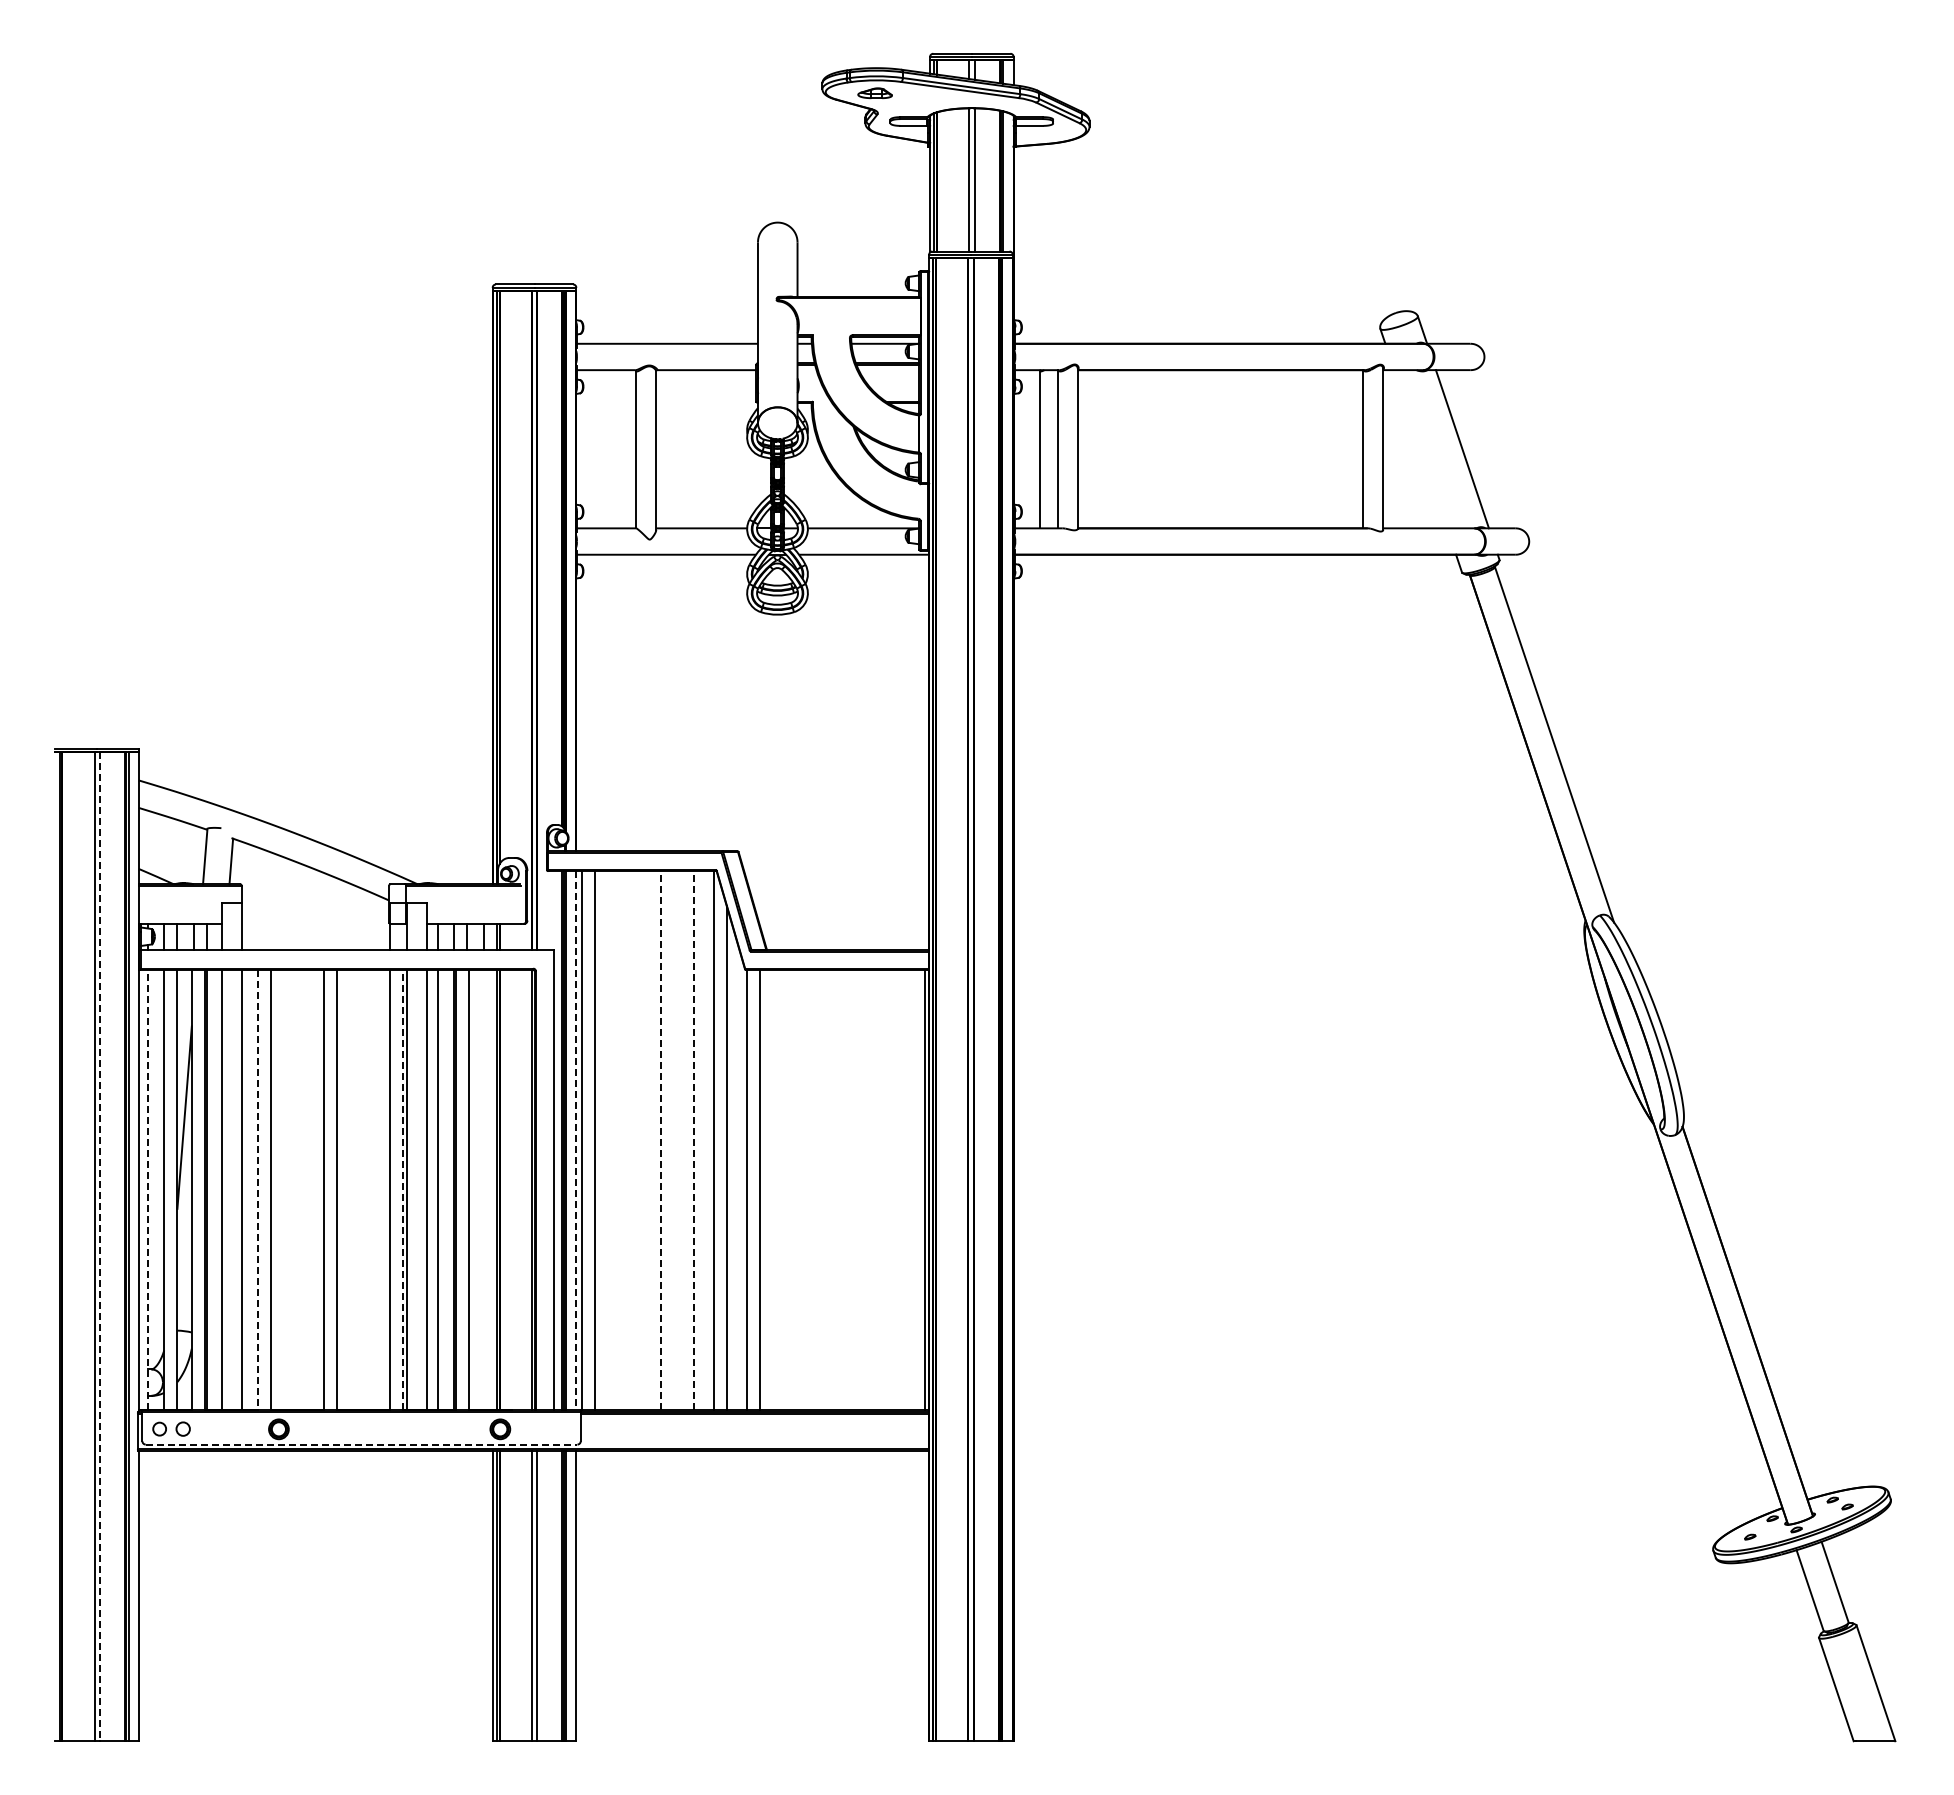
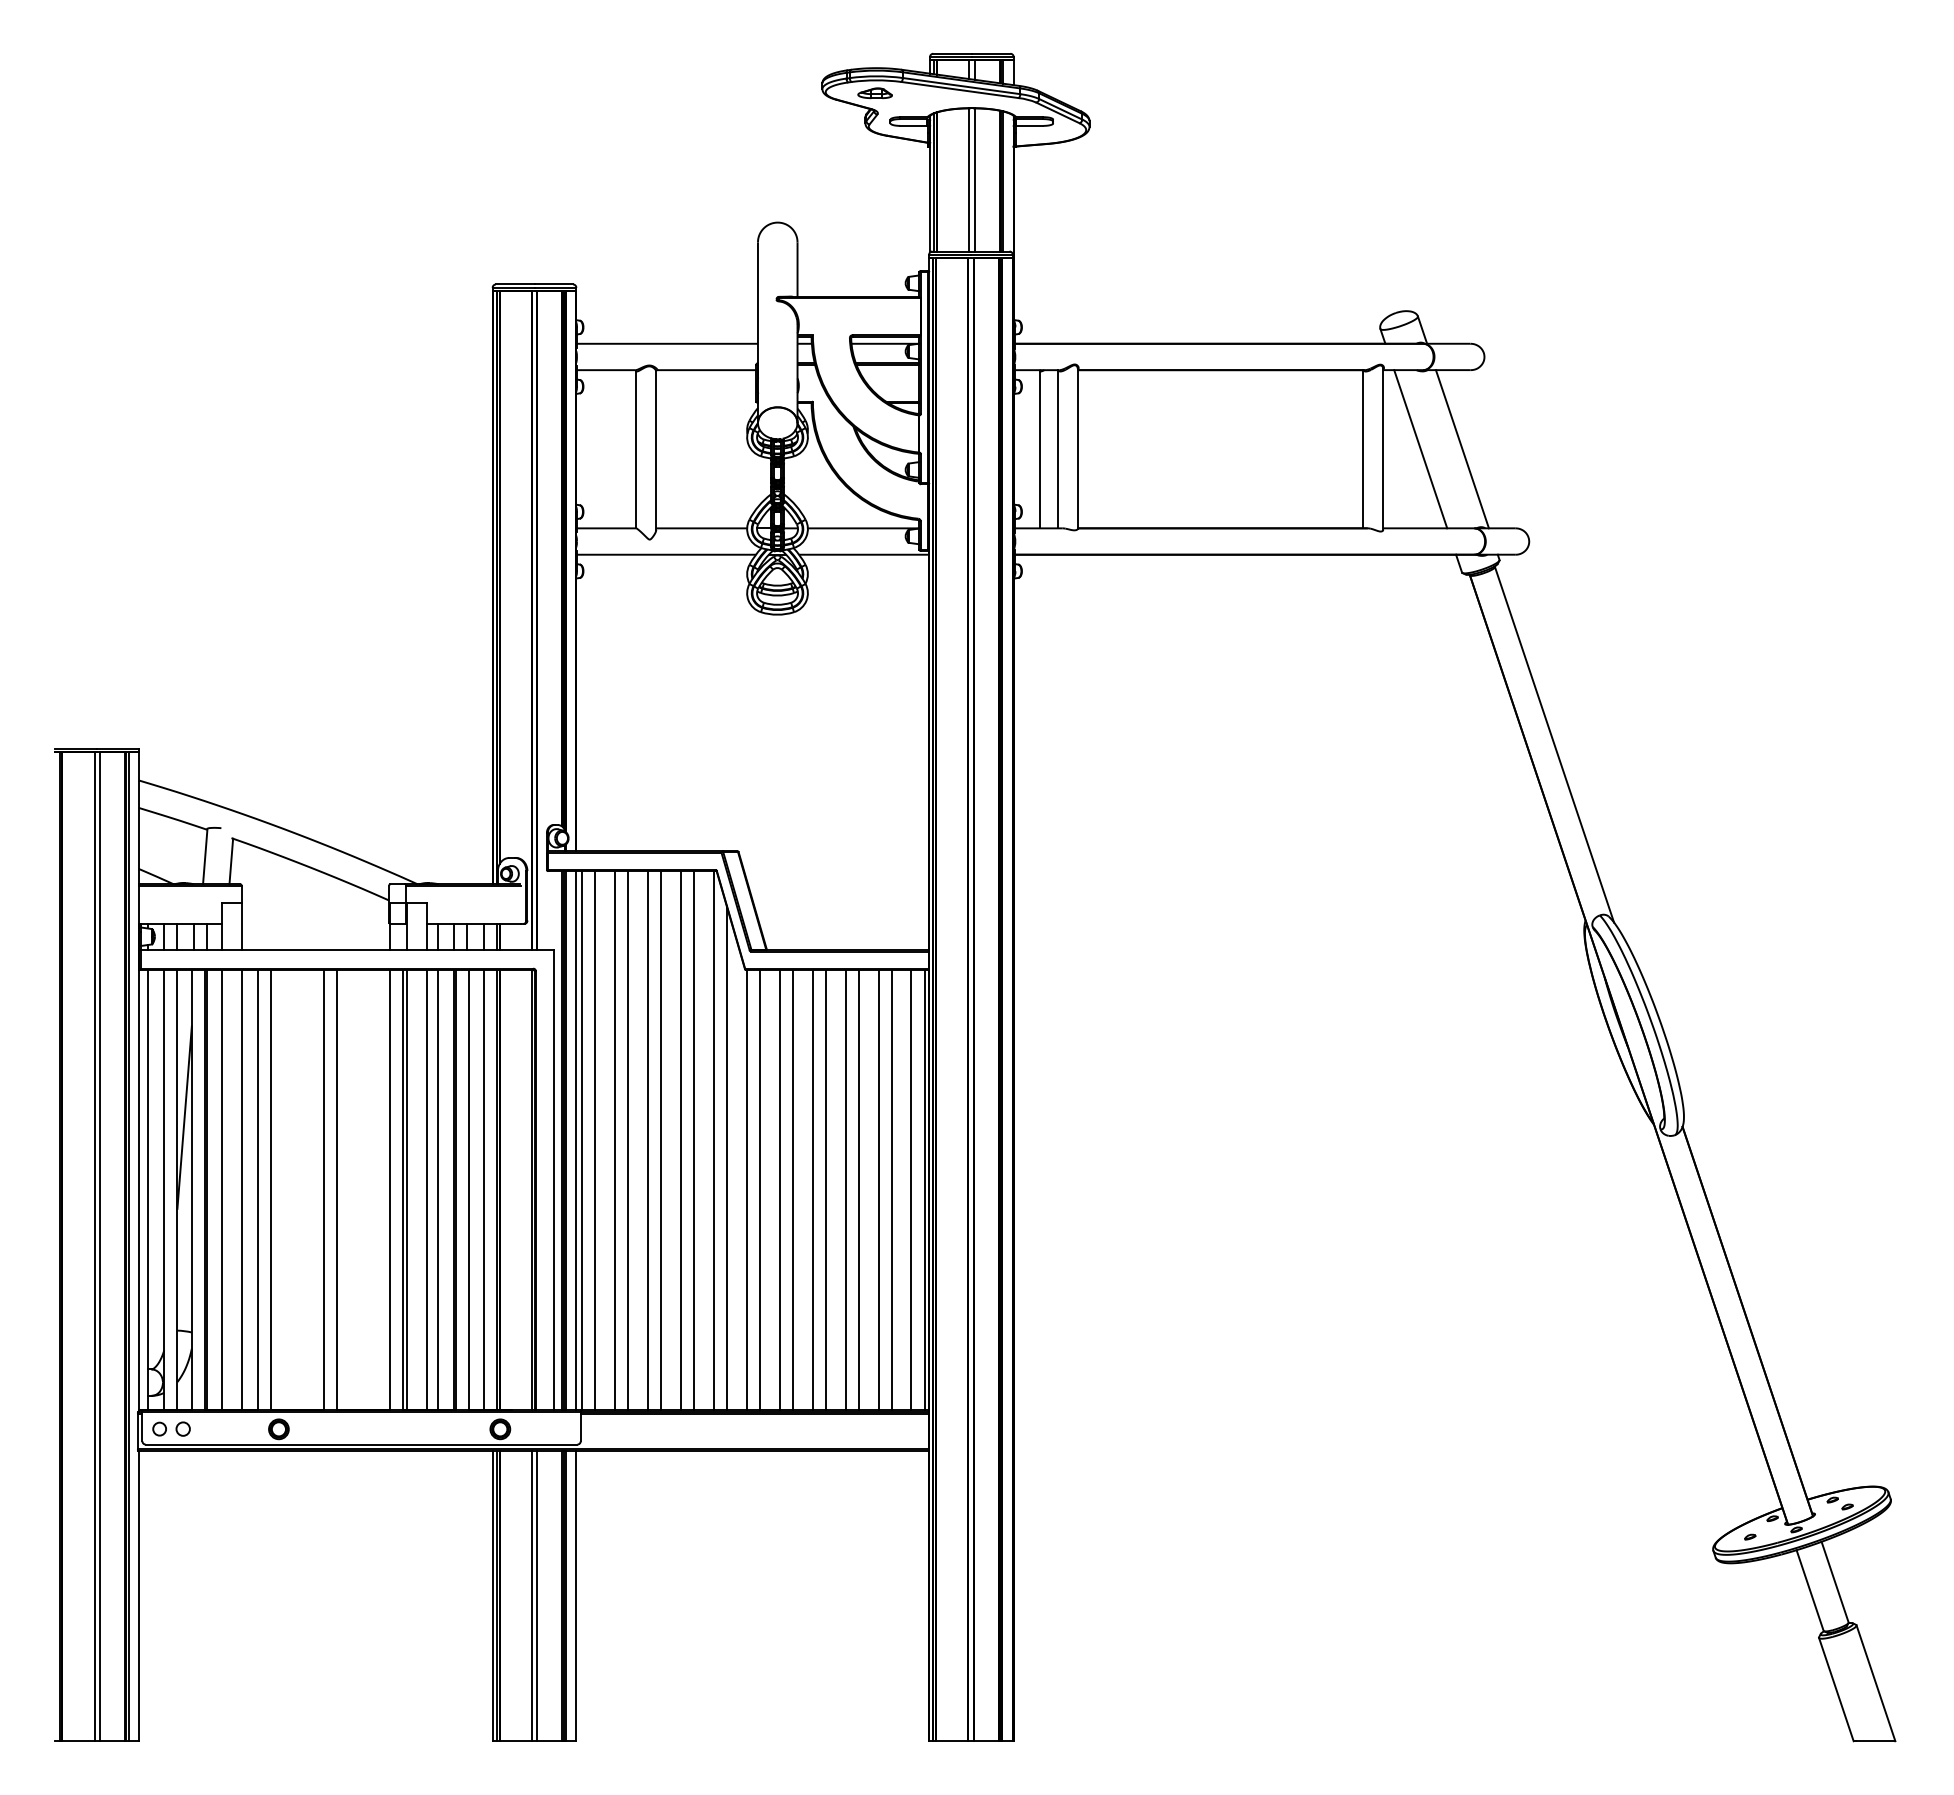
line at (1420, 449): none -> present
line at (576, 1140): dashed -> solid
line at (614, 1140): none -> present
line at (628, 1140): none -> present
line at (647, 1140): none -> present
line at (660, 1140): dashed -> solid
line at (680, 1140): none -> present
line at (693, 1140): dashed -> solid
line at (147, 1189): dashed -> solid
line at (402, 1189): dashed -> solid
line at (483, 1189): none -> present
line at (779, 1189): none -> present
line at (792, 1189): none -> present
line at (812, 1189): none -> present
line at (825, 1189): none -> present
line at (845, 1189): none -> present
line at (858, 1189): none -> present
line at (878, 1189): none -> present
line at (891, 1189): none -> present
line at (911, 1189): none -> present
line at (257, 1190): dashed -> solid
line at (99, 1247): dashed -> solid
line at (361, 1444): dashed -> solid
